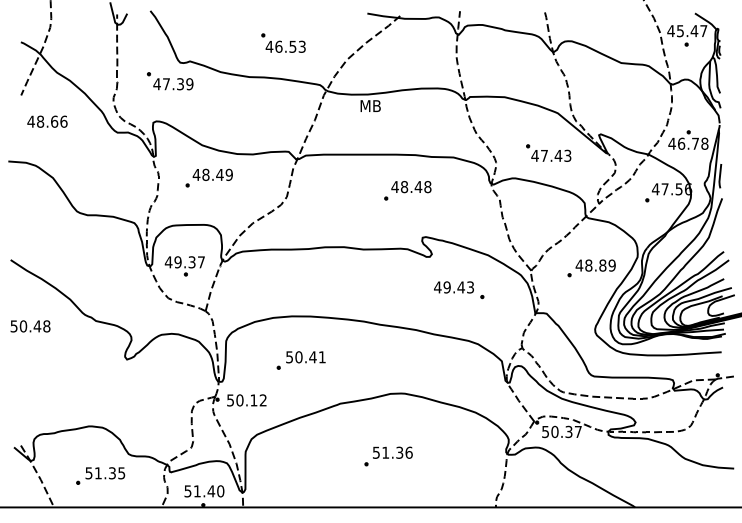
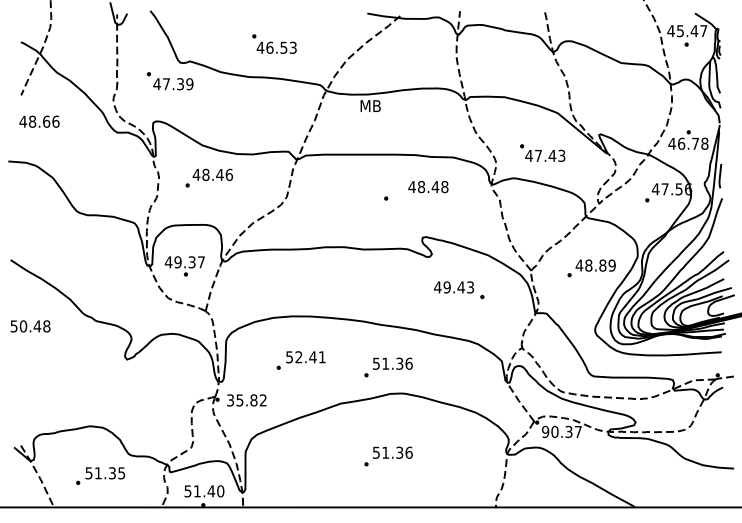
part at (283, 42) position: (283, 42) -> (274, 43)
text at (47, 121) position: (47, 121) -> (39, 121)
part at (548, 152) position: (548, 152) -> (542, 152)
text at (228, 174): 48.49 -> 48.46
text at (411, 187) position: (411, 187) -> (428, 187)
text at (298, 357): 50.41 -> 52.41
part at (388, 367): none -> present
text at (242, 400): 50.12 -> 35.82
text at (545, 431): 50.37 -> 90.37
